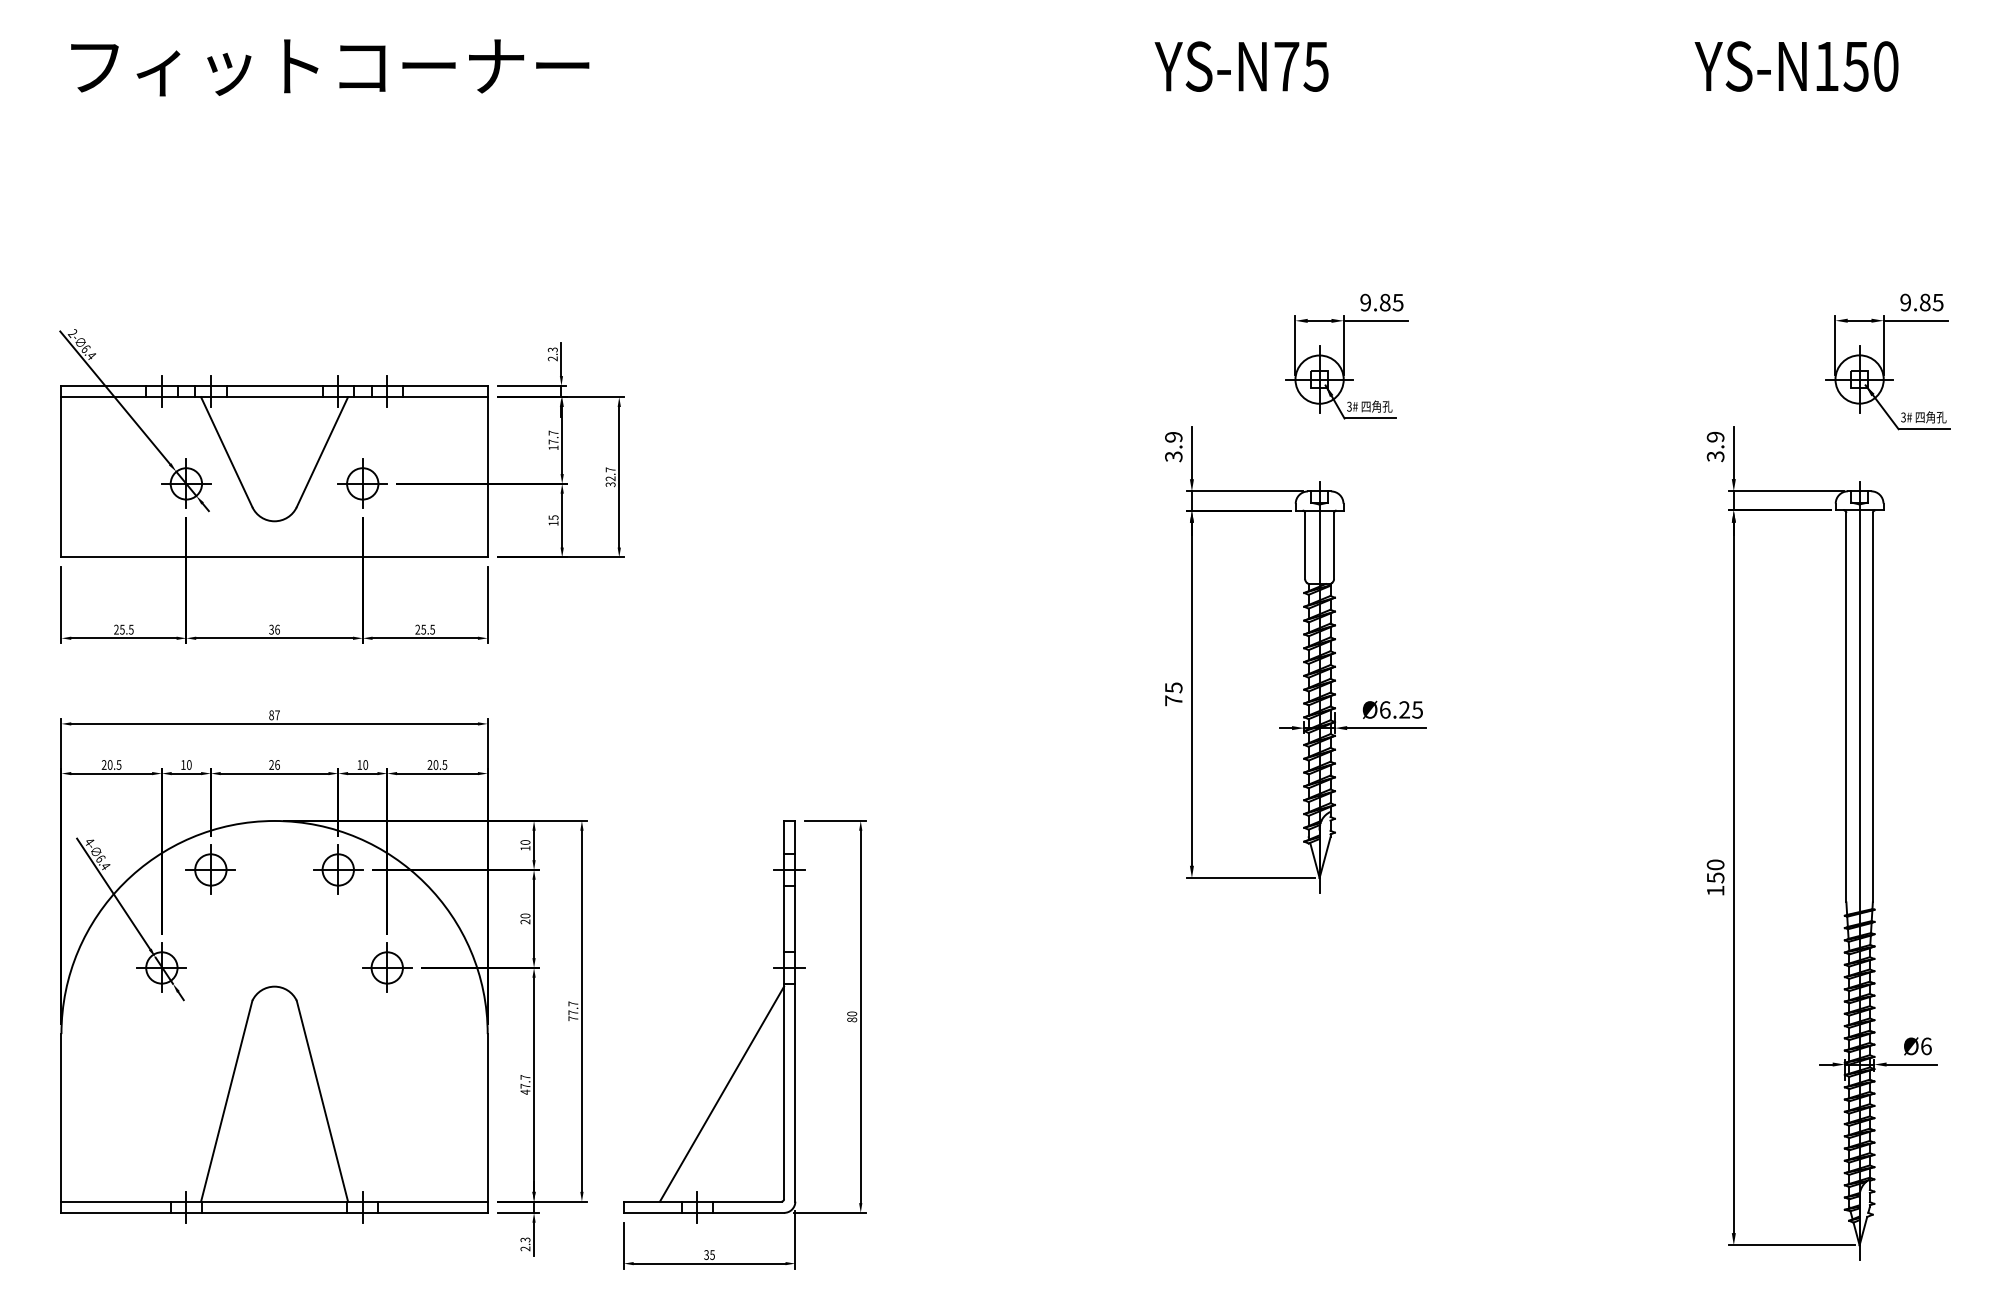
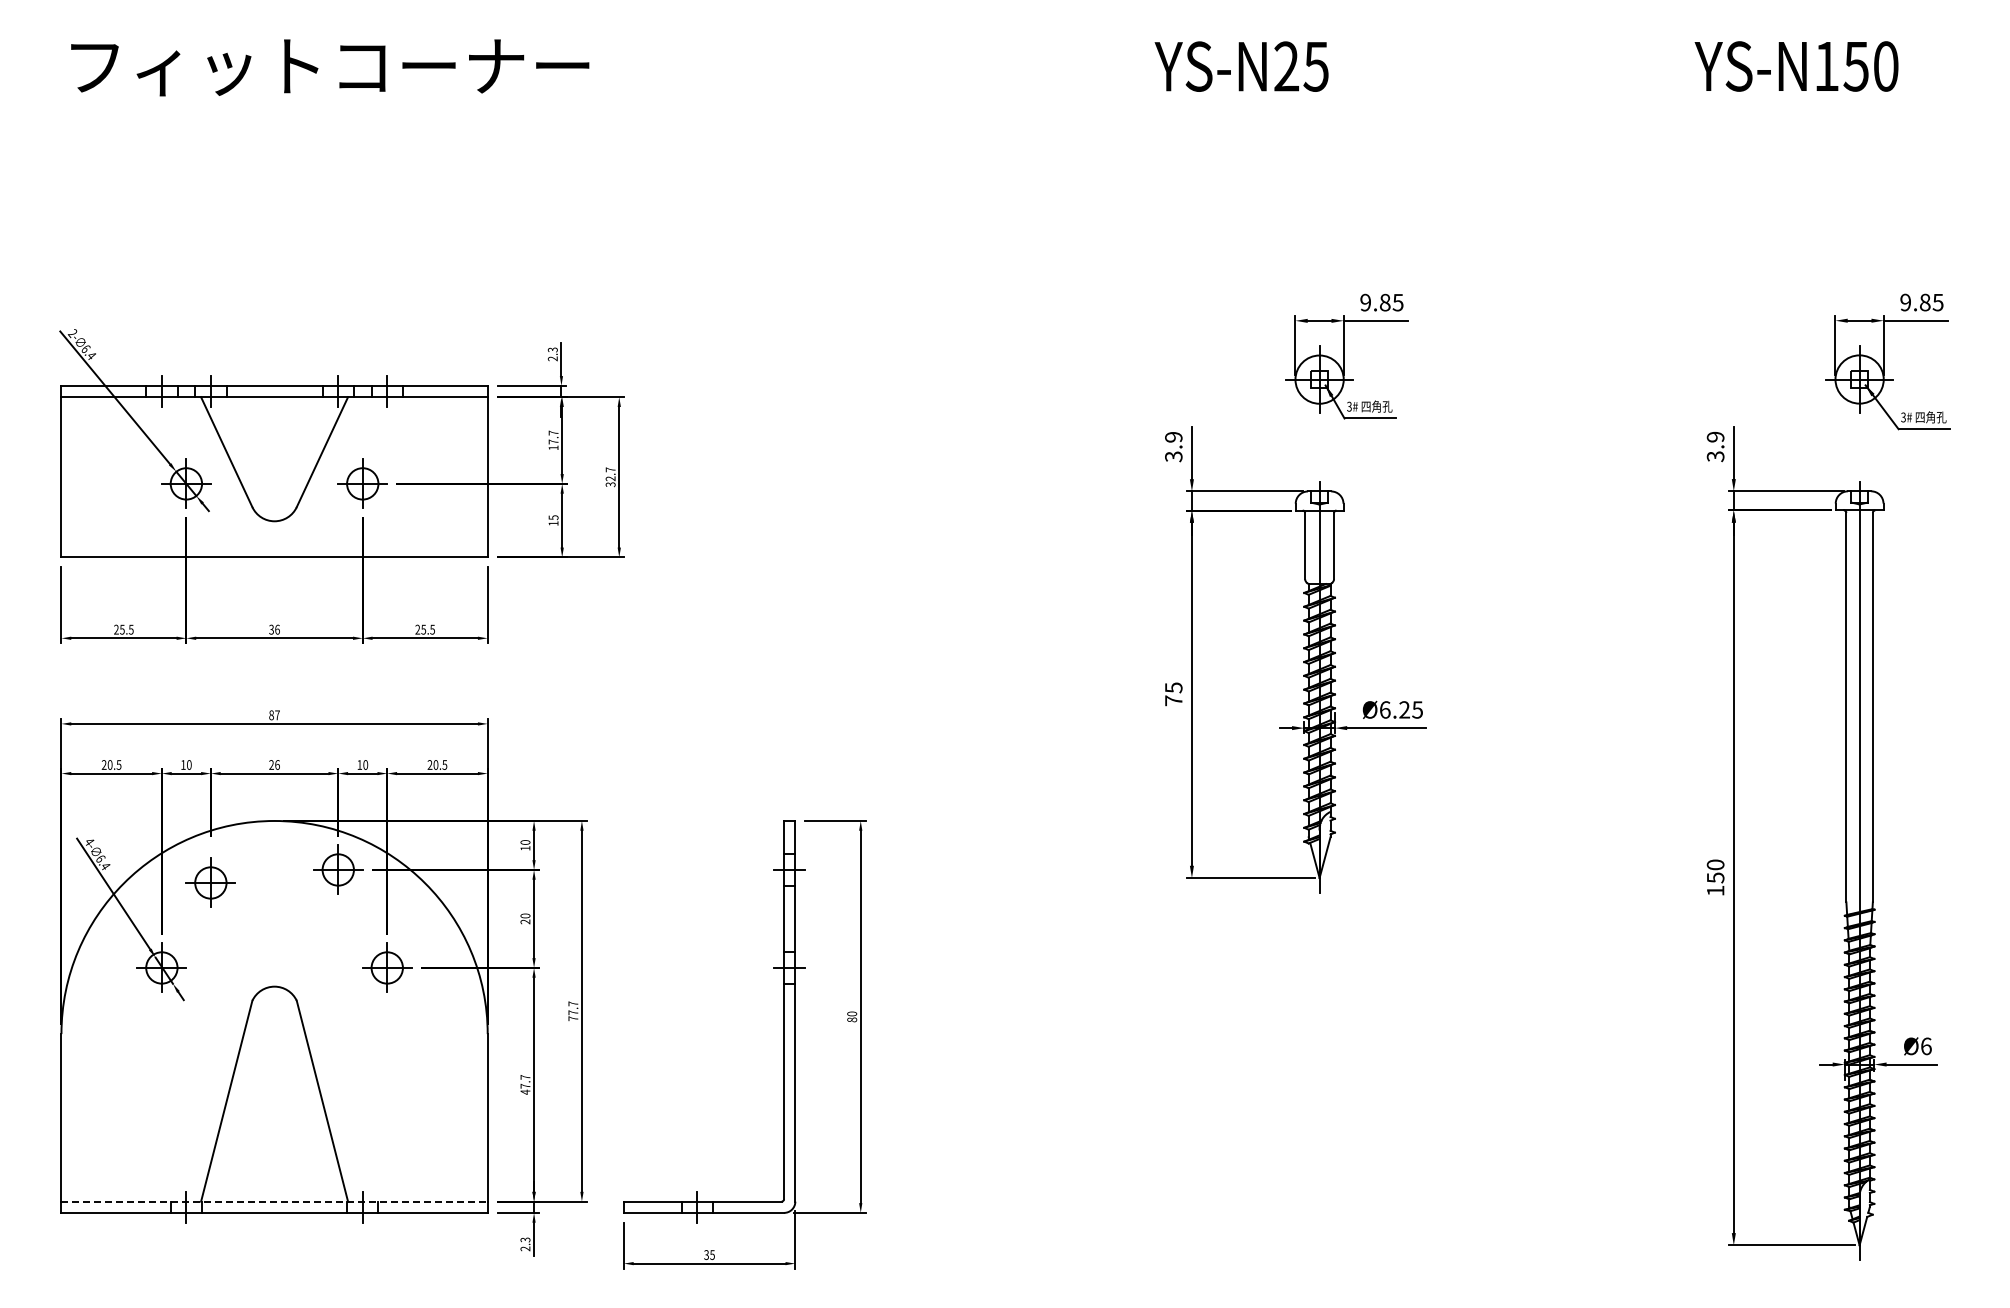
text at (1286, 66): YS-N75 -> YS-N25
part at (210, 869) position: (210, 869) -> (210, 882)
line at (721, 1093): present -> none
line at (275, 1201): solid -> dashed
